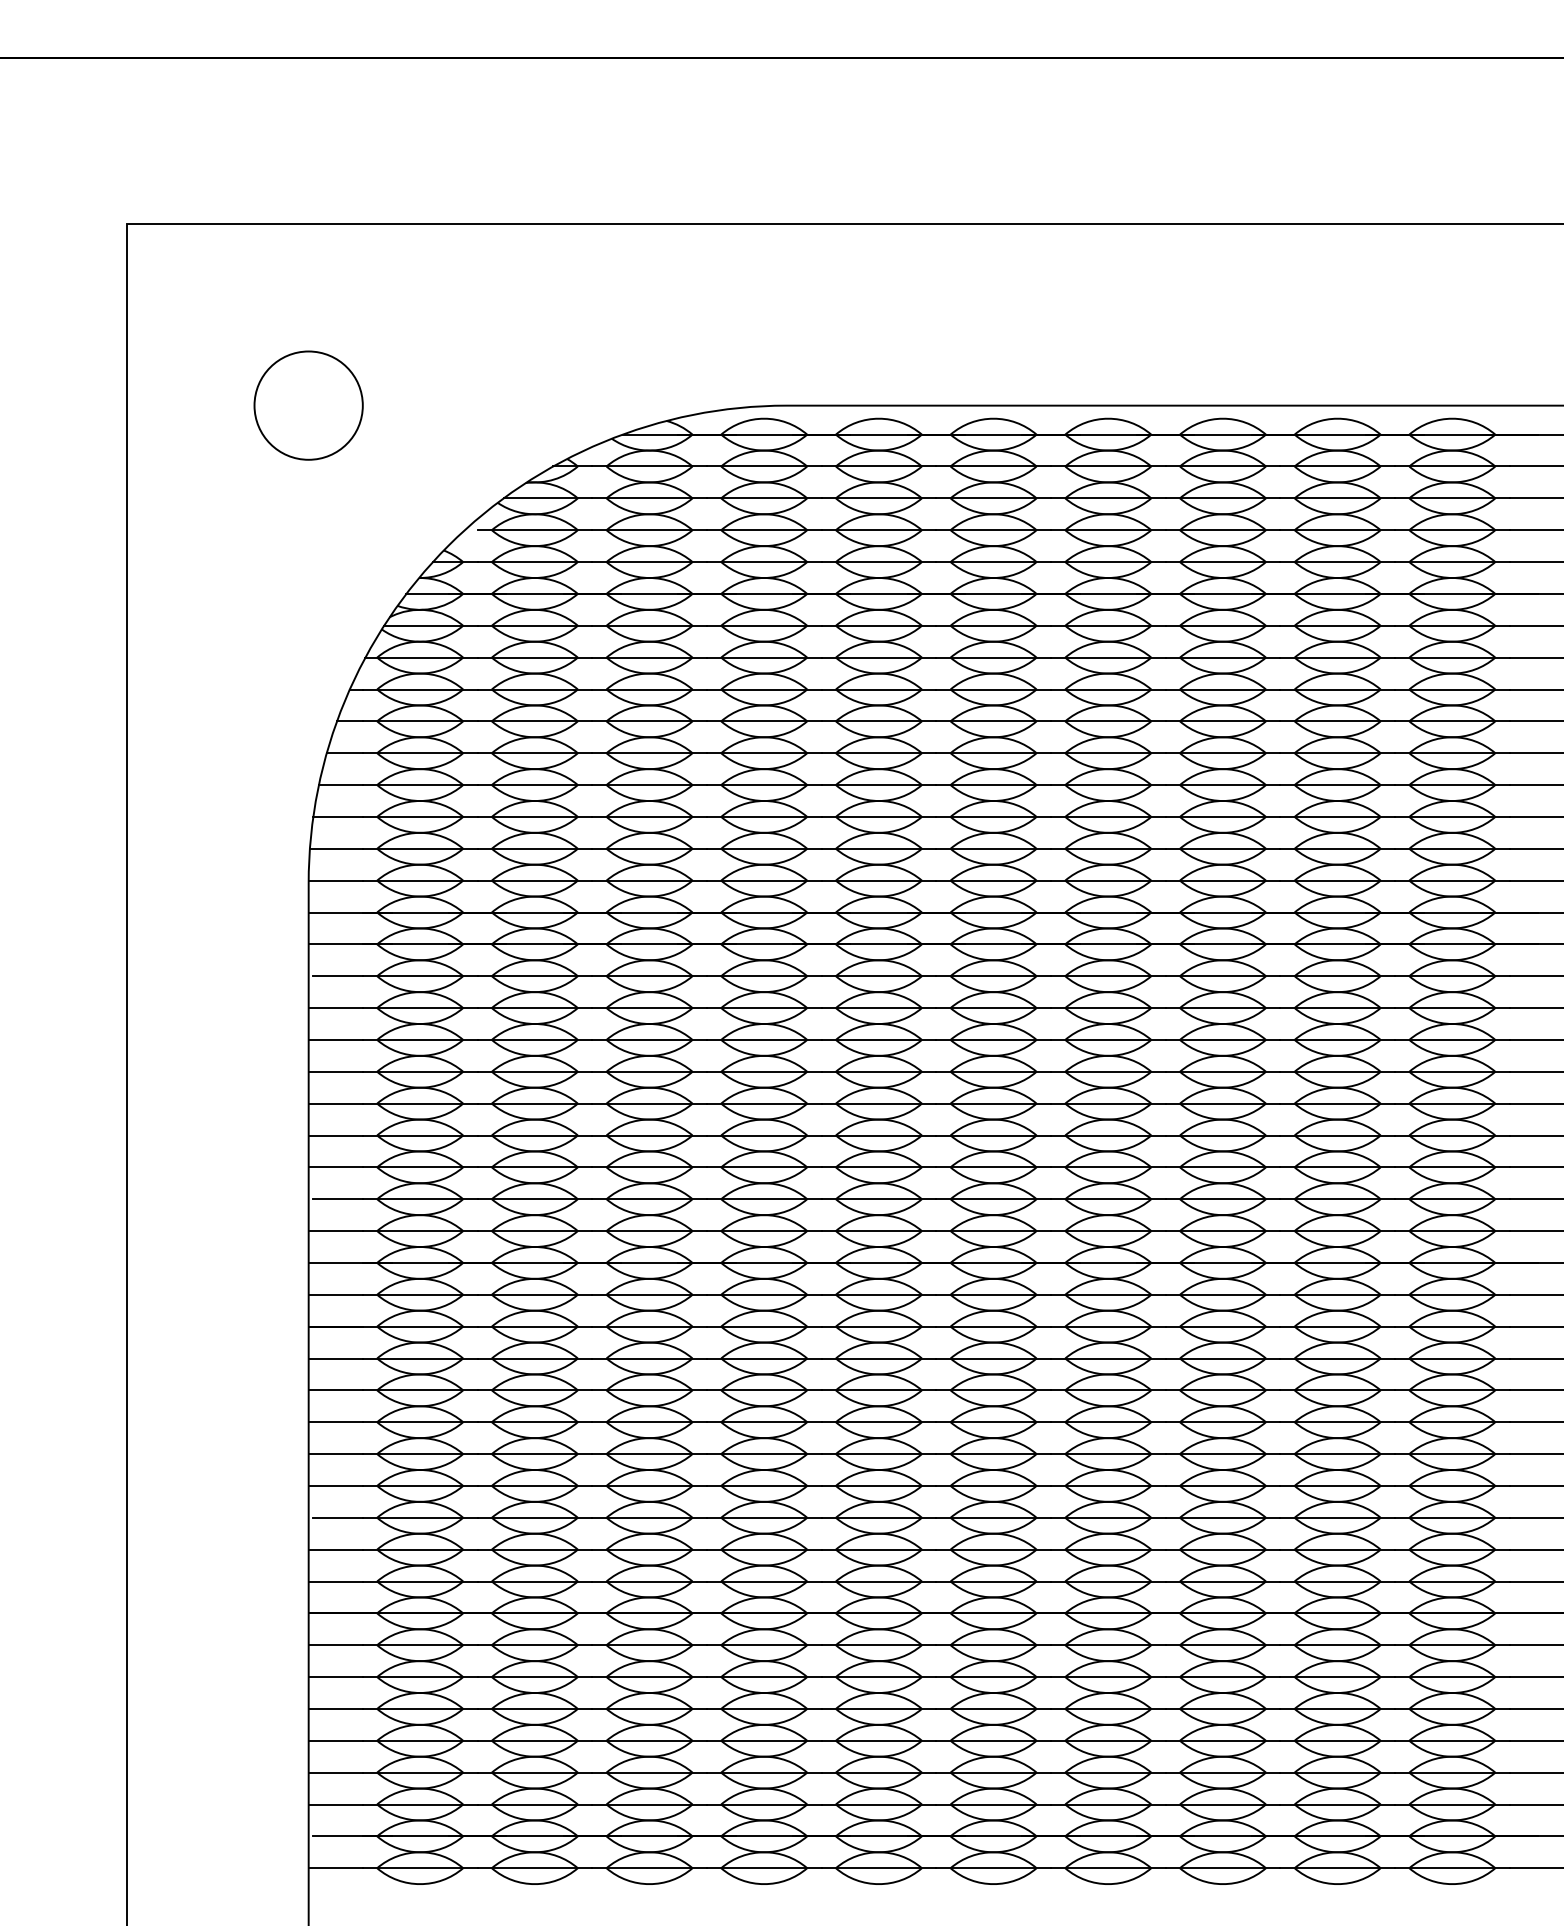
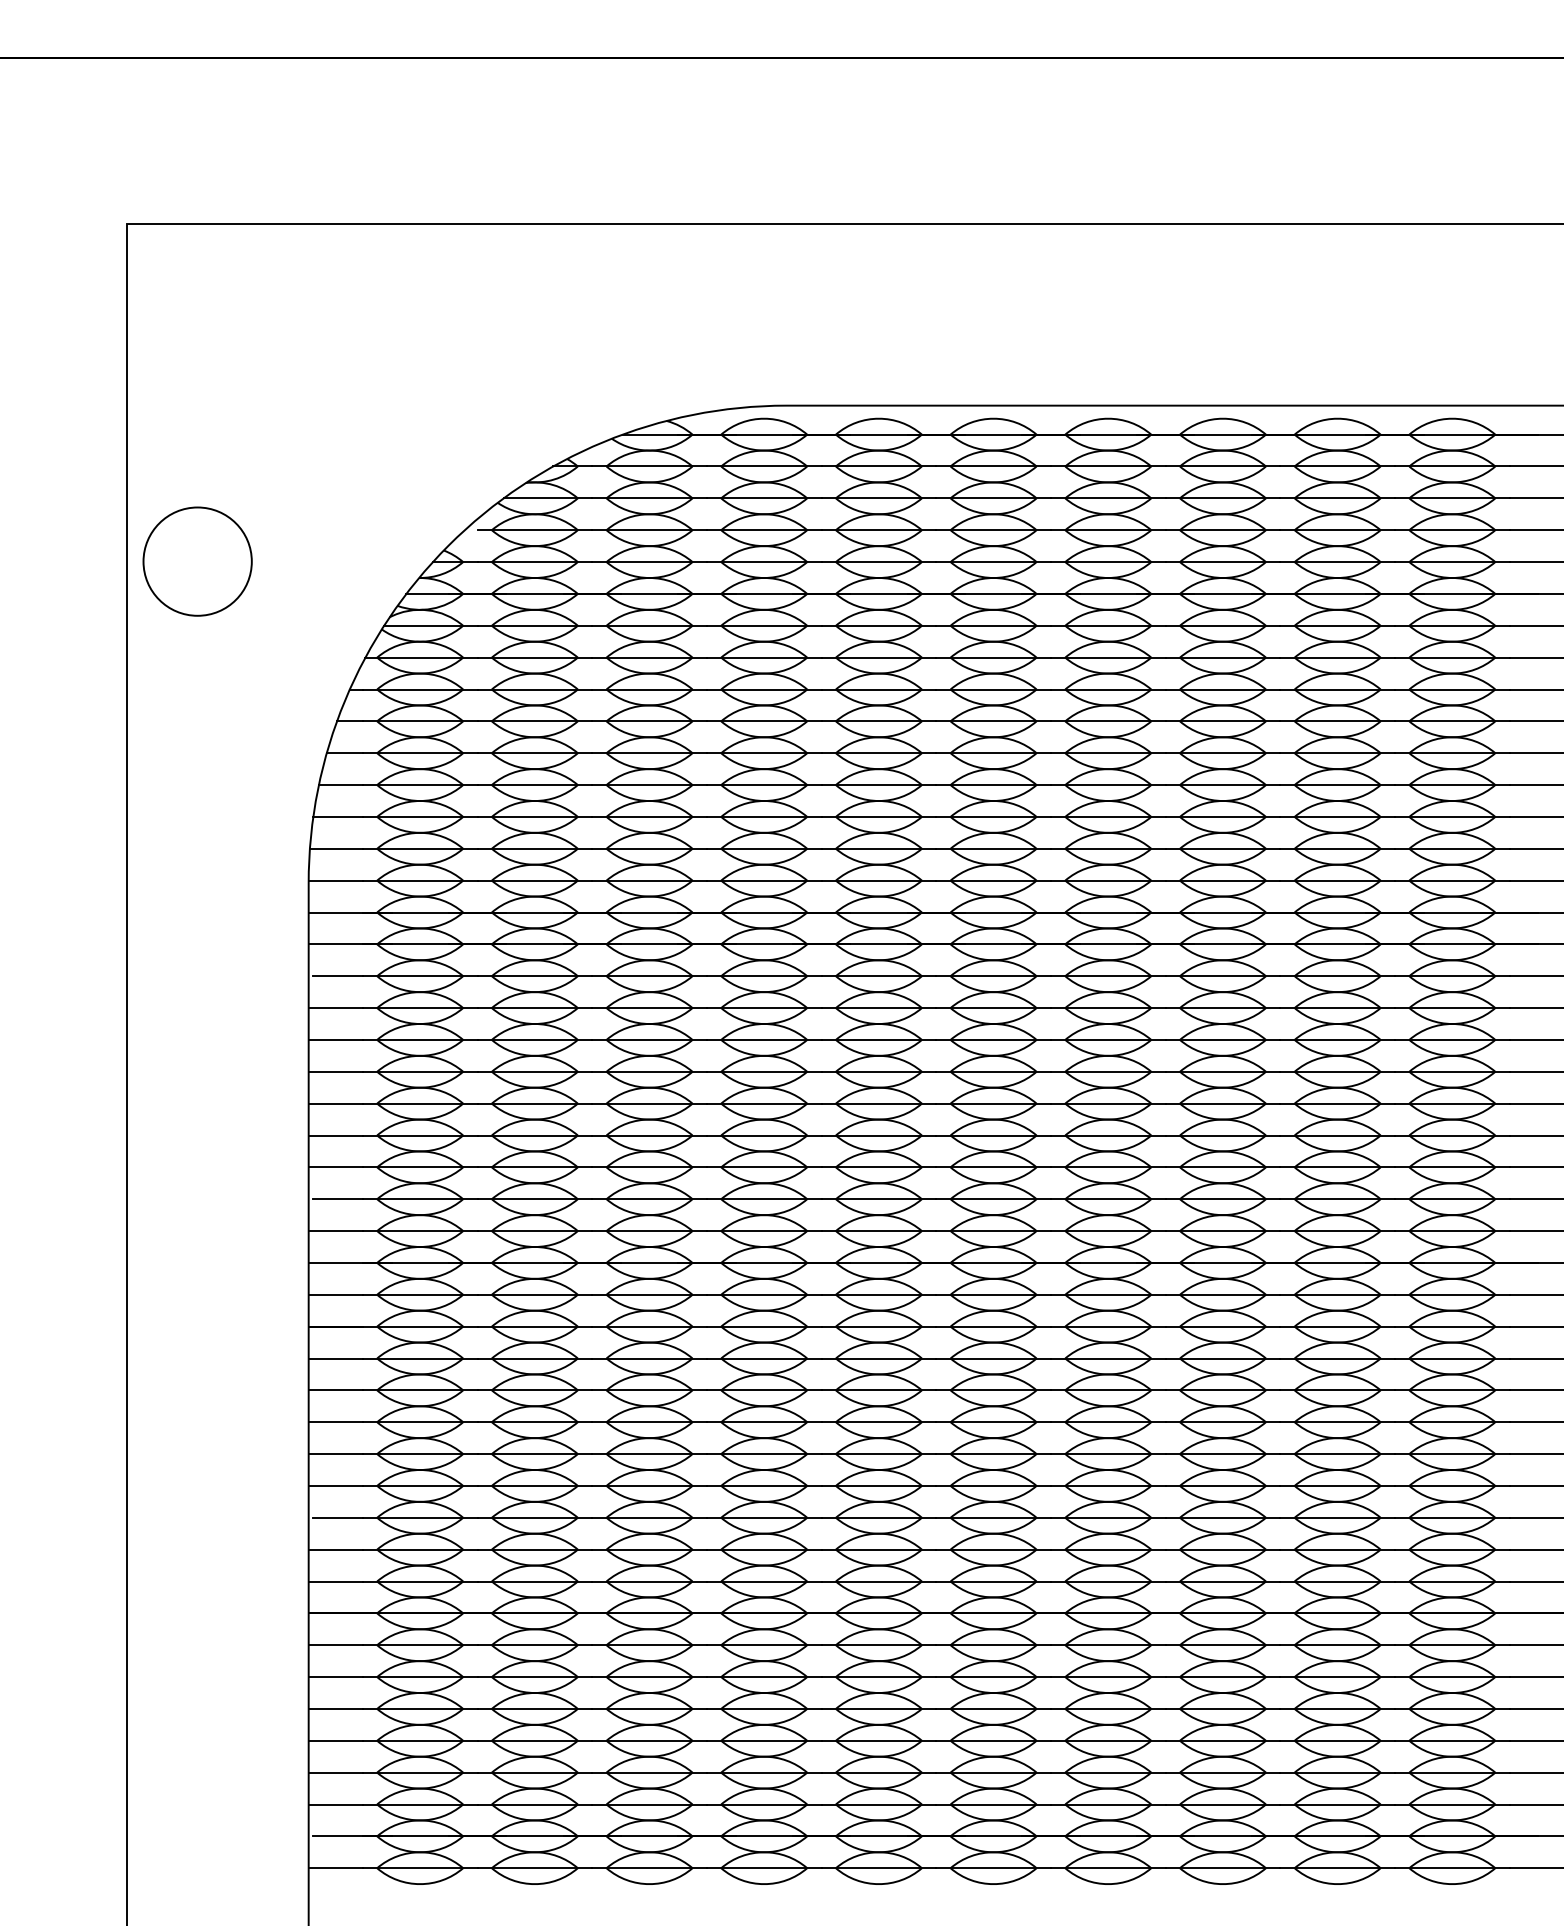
circle at (308, 405) position: (308, 405) -> (197, 561)
